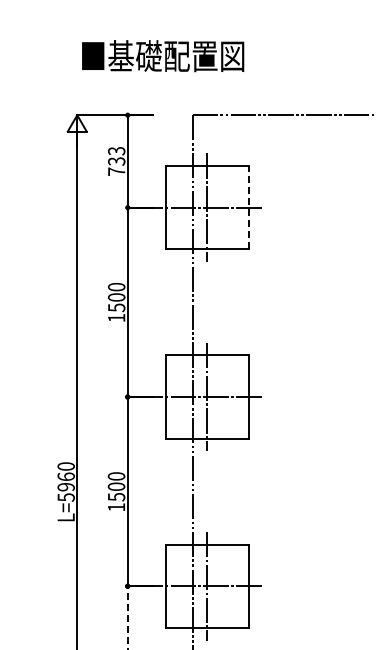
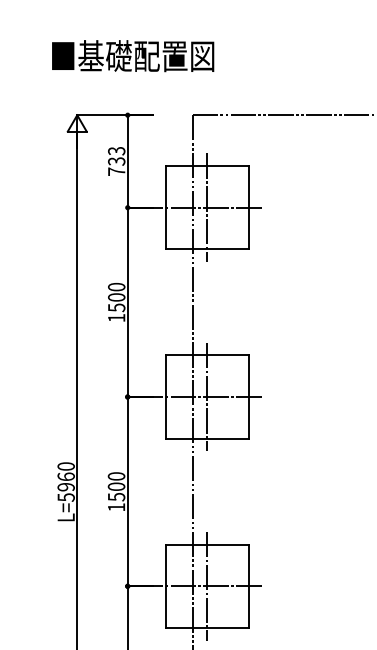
text at (163, 56) position: (163, 56) -> (133, 56)
line at (248, 207): dashed -> solid
line at (127, 617): dashed -> solid
